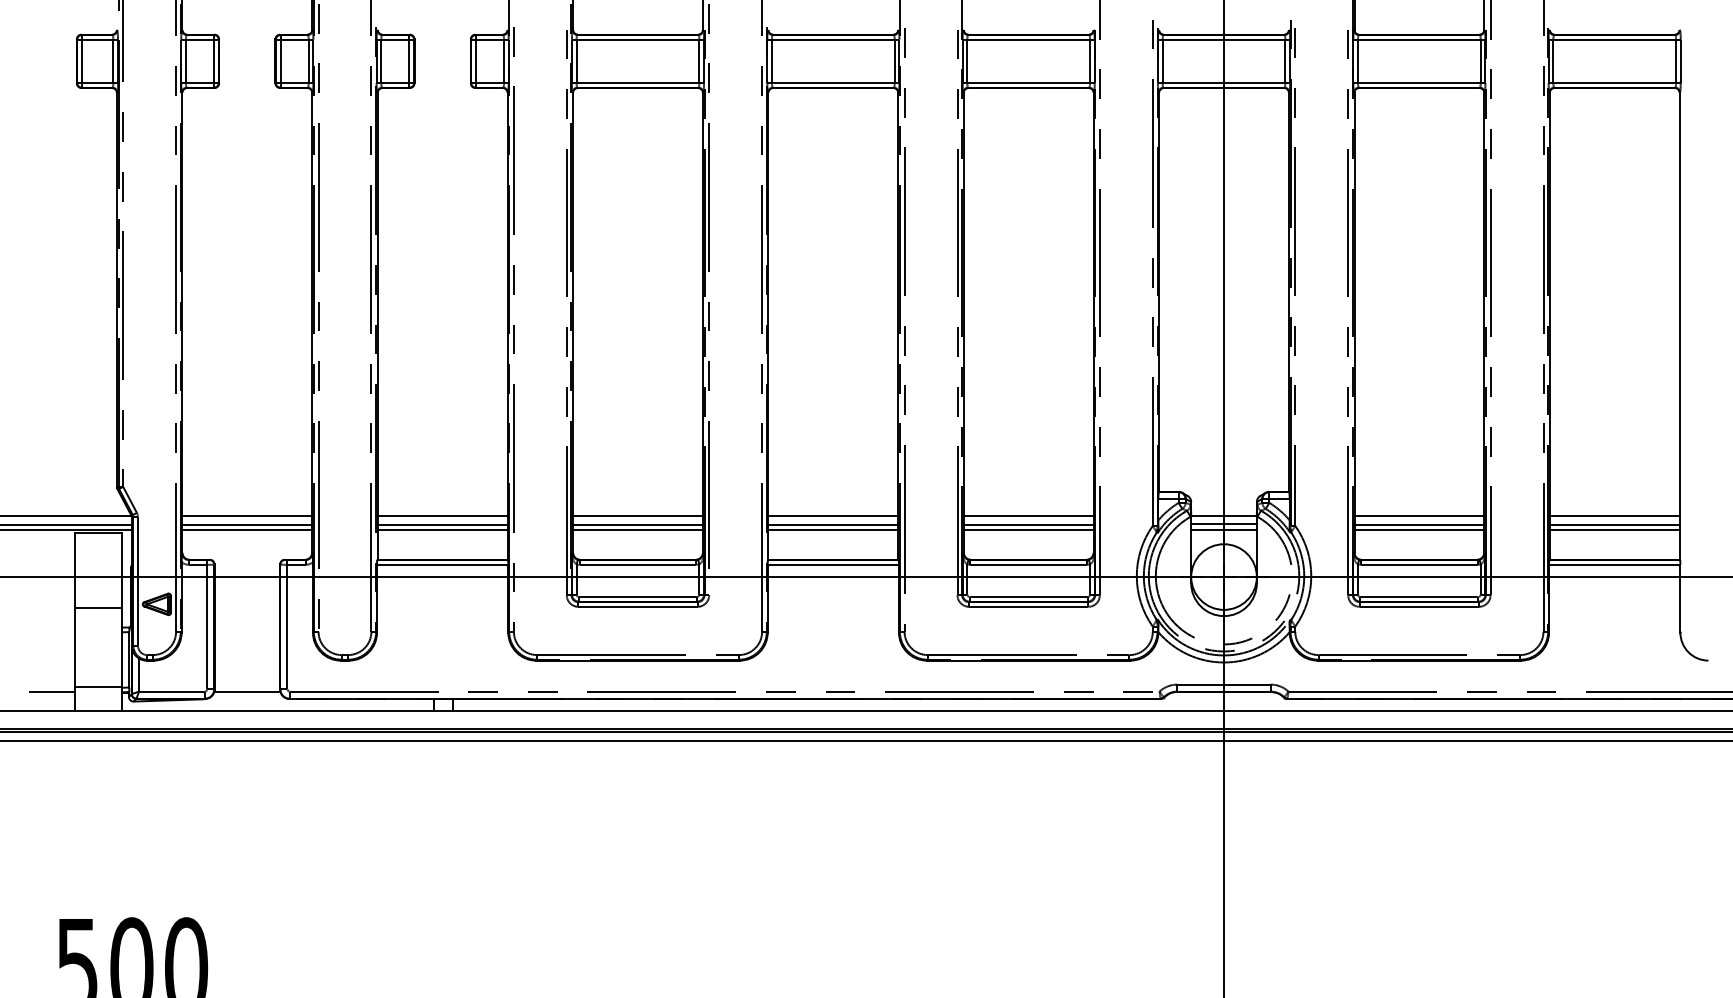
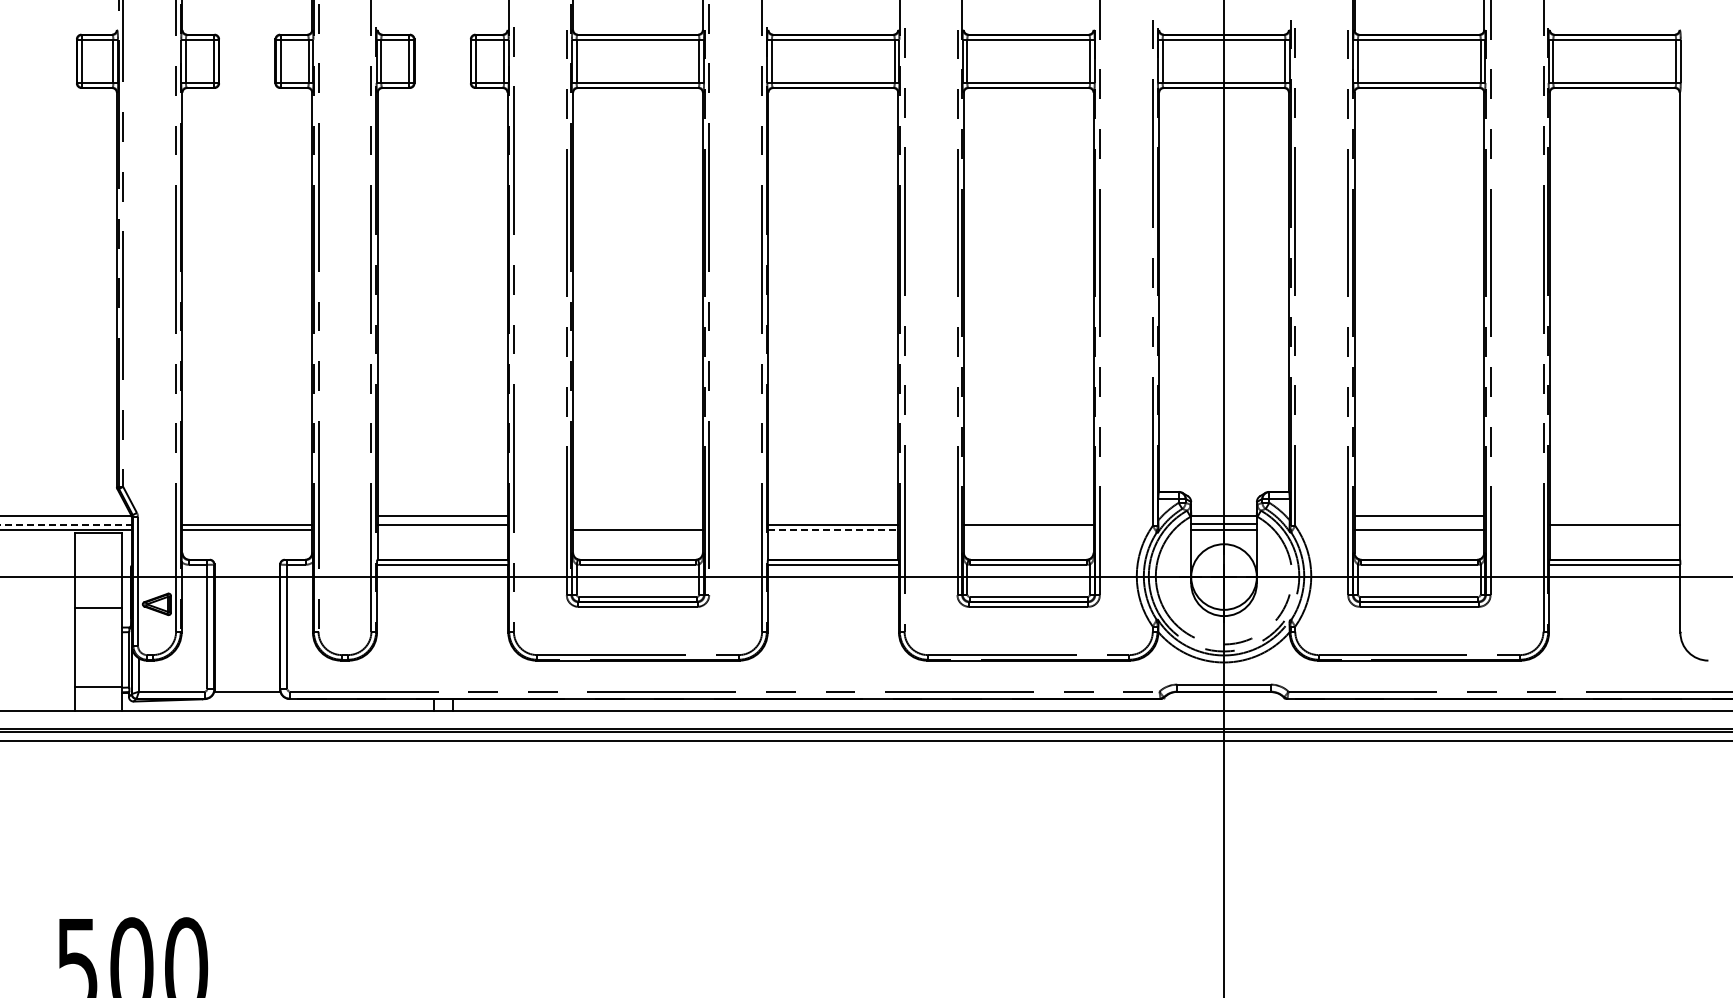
line at (247, 516): present -> none
line at (637, 516): present -> none
line at (833, 516): present -> none
line at (1028, 516): present -> none
line at (1614, 516): present -> none
line at (65, 525): solid -> dashed
line at (637, 525): present -> none
line at (1419, 525): present -> none
line at (442, 530): present -> none
line at (833, 530): solid -> dashed
line at (1028, 530): present -> none
line at (1614, 530): present -> none
line at (51, 691): present -> none
